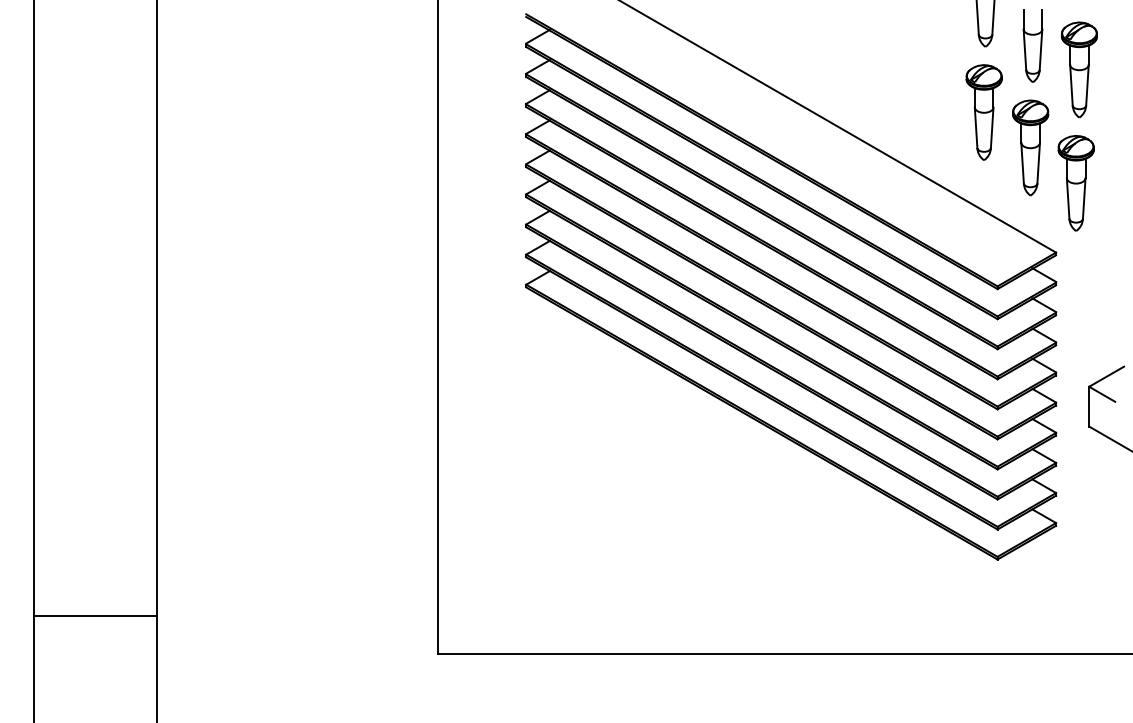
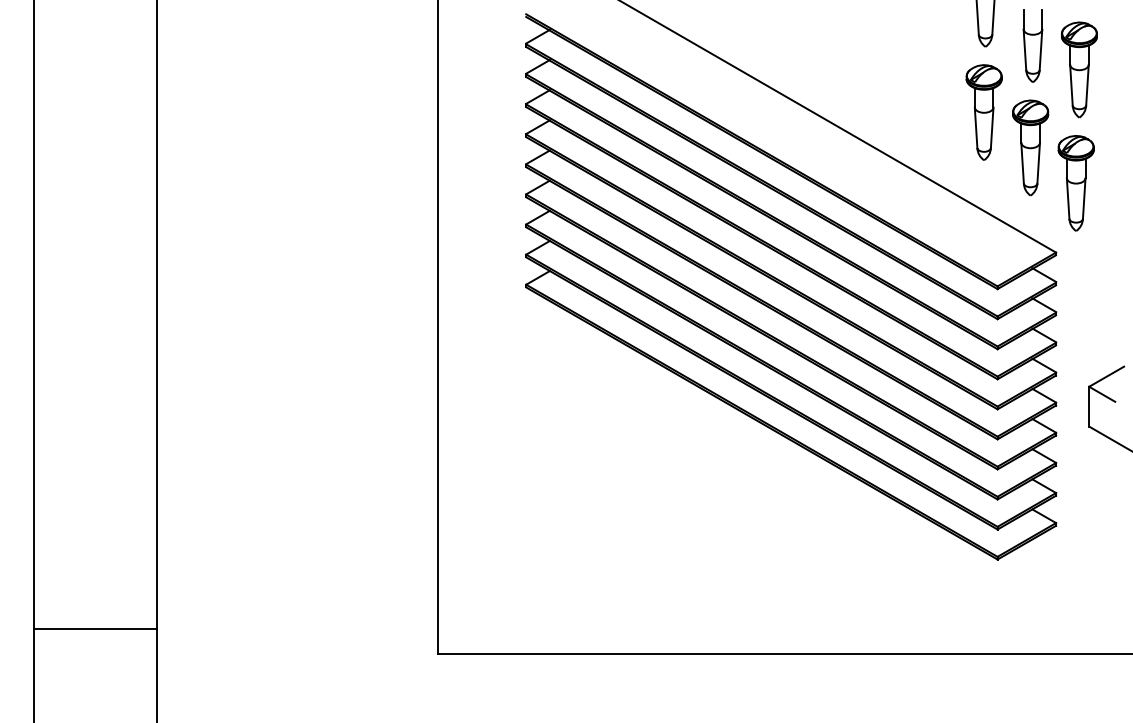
line at (94, 615) position: (94, 615) -> (94, 628)
